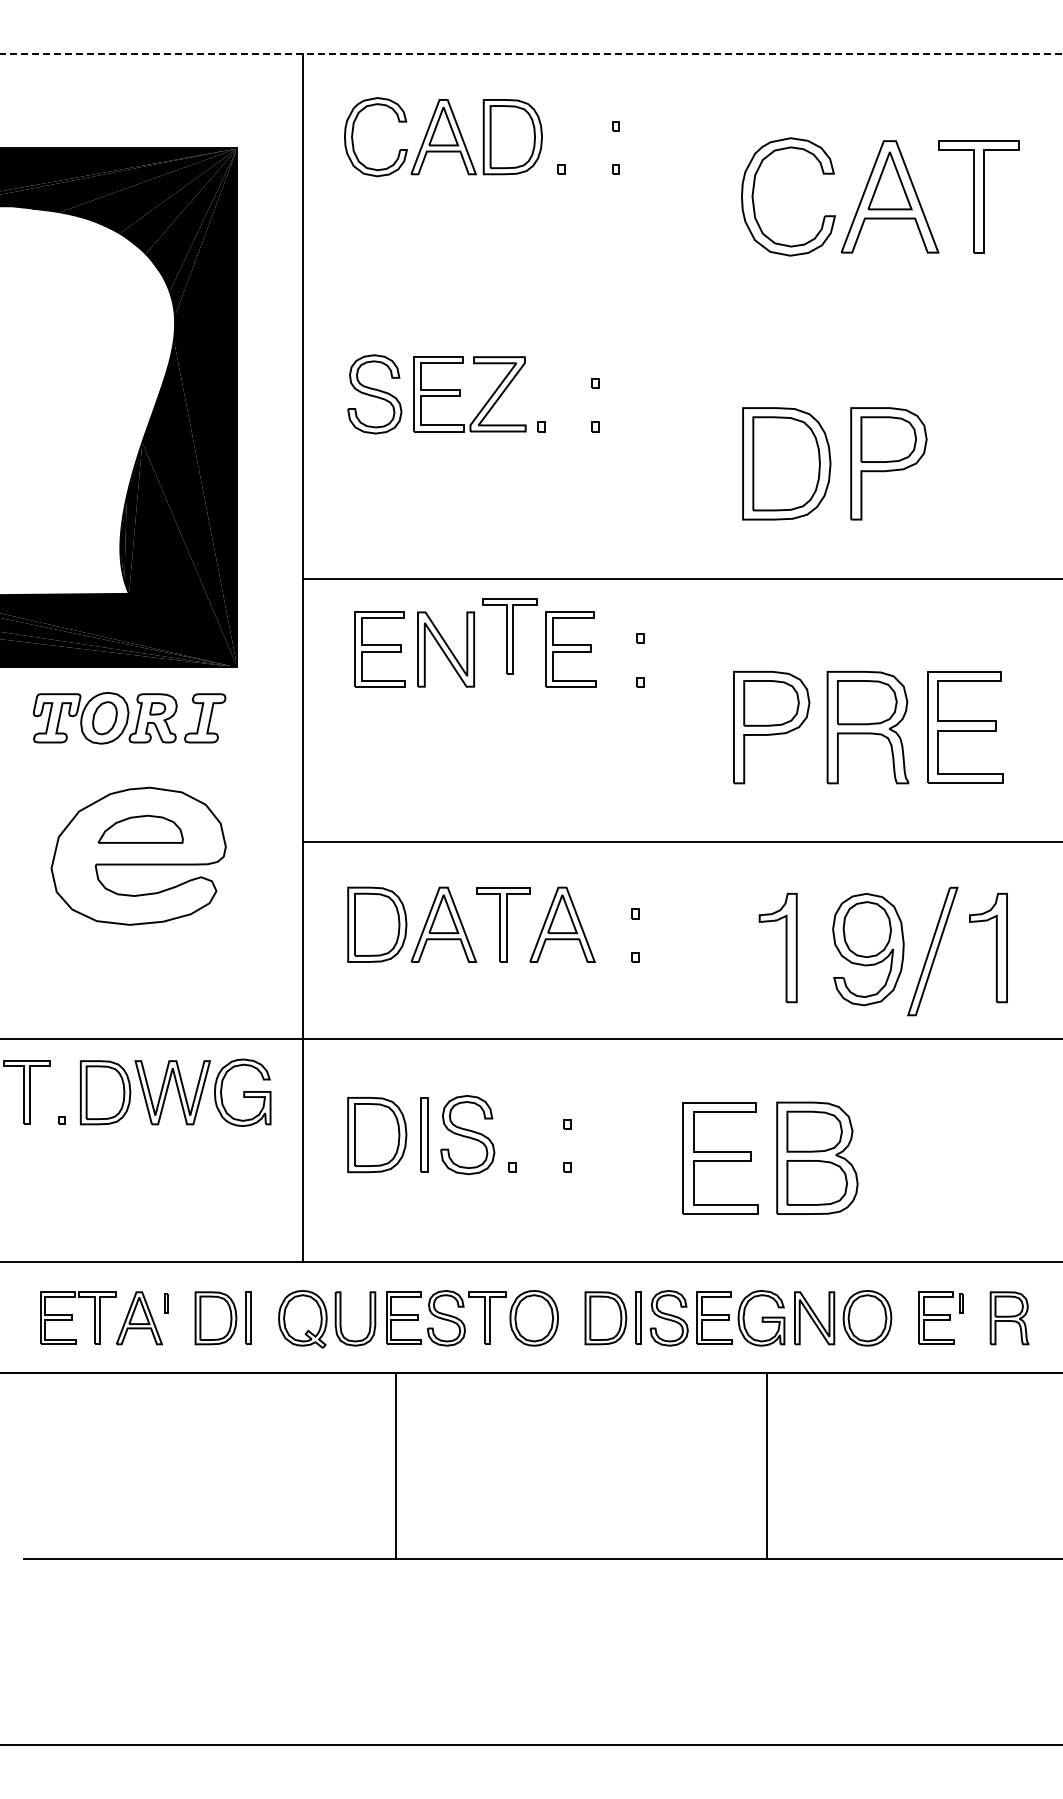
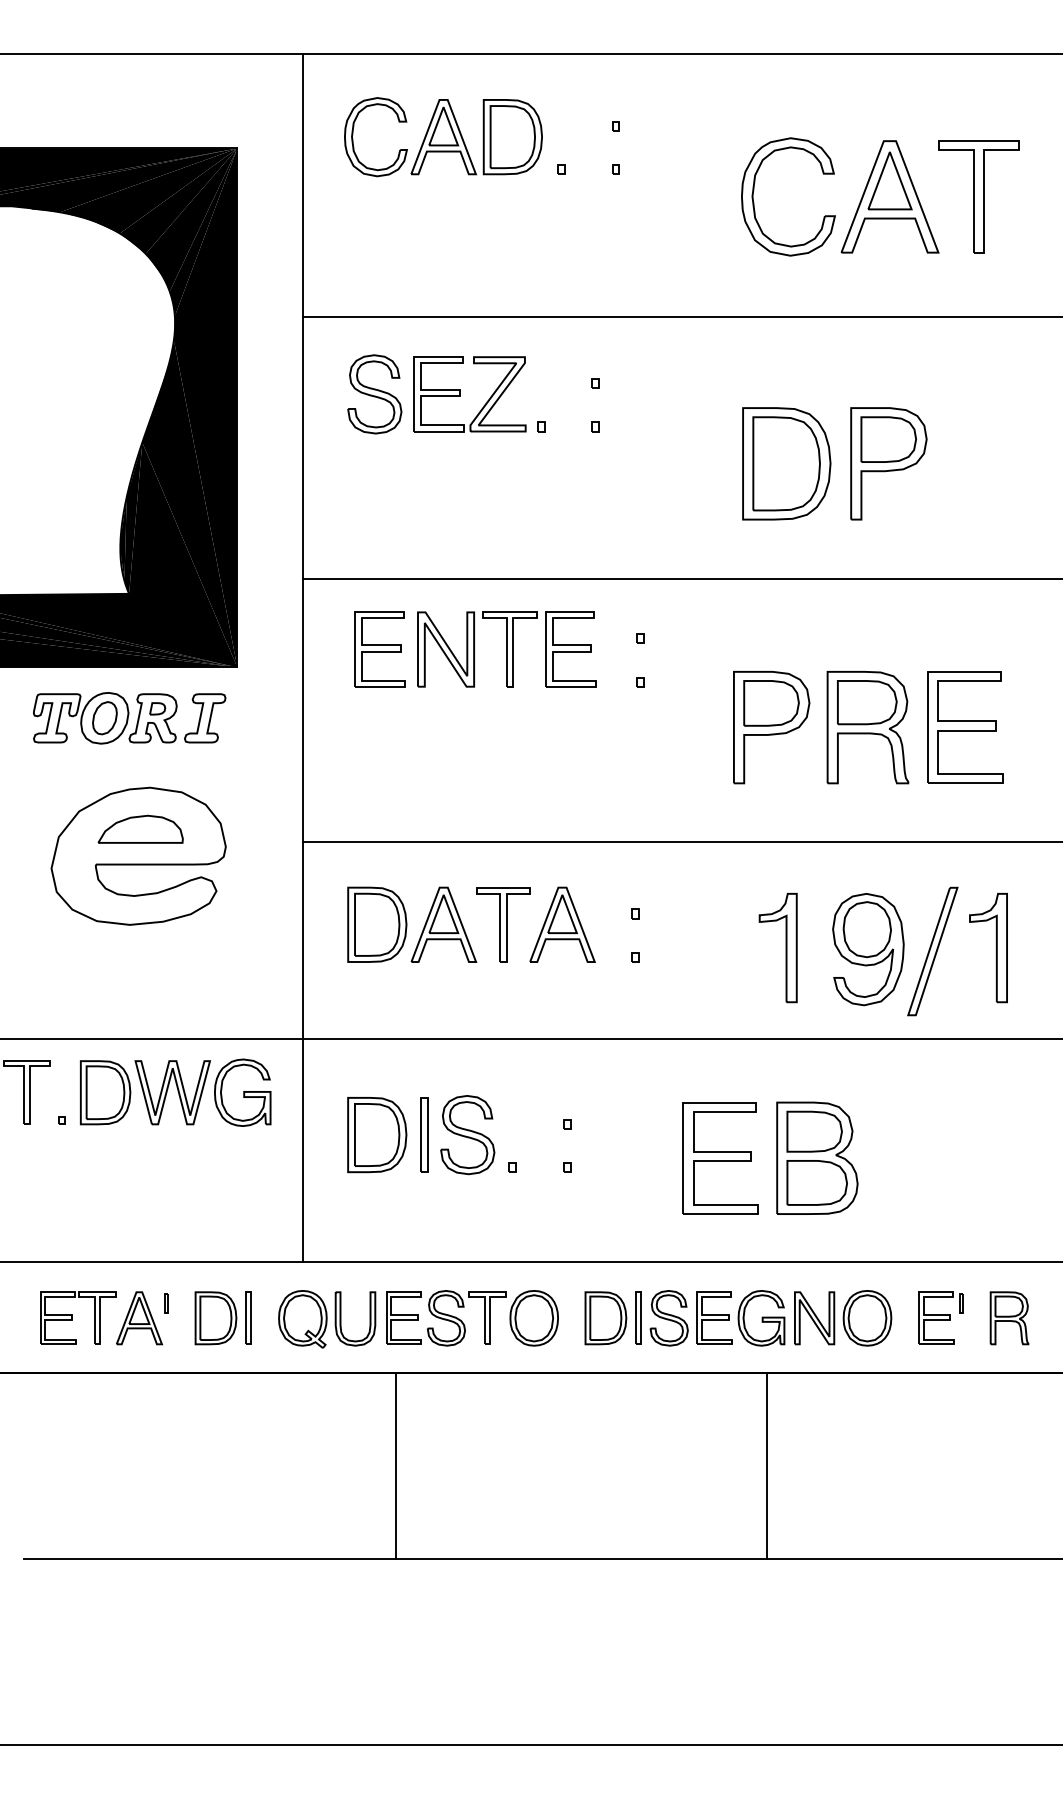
line at (531, 53): dashed -> solid
line at (680, 316): none -> present
part at (509, 636) position: (509, 636) -> (509, 649)
